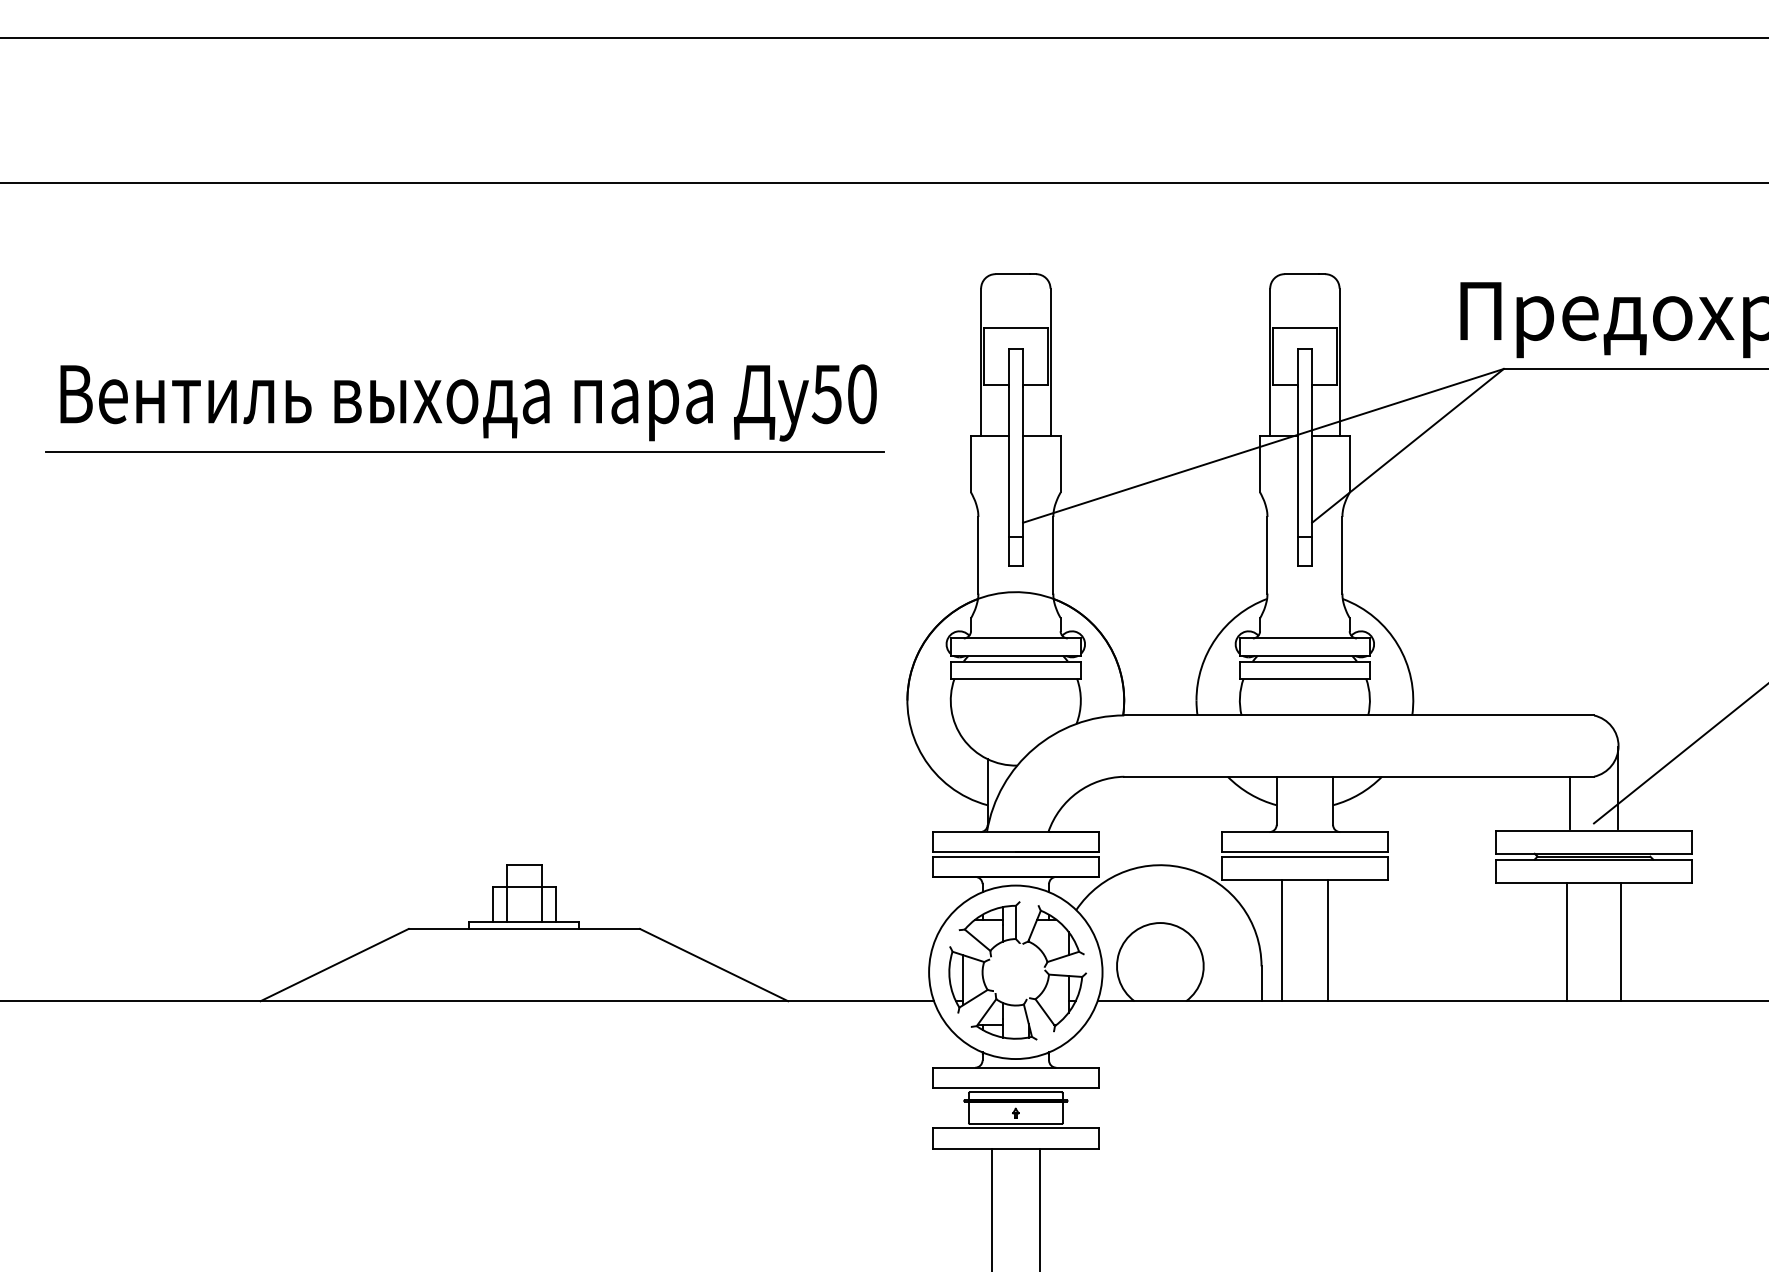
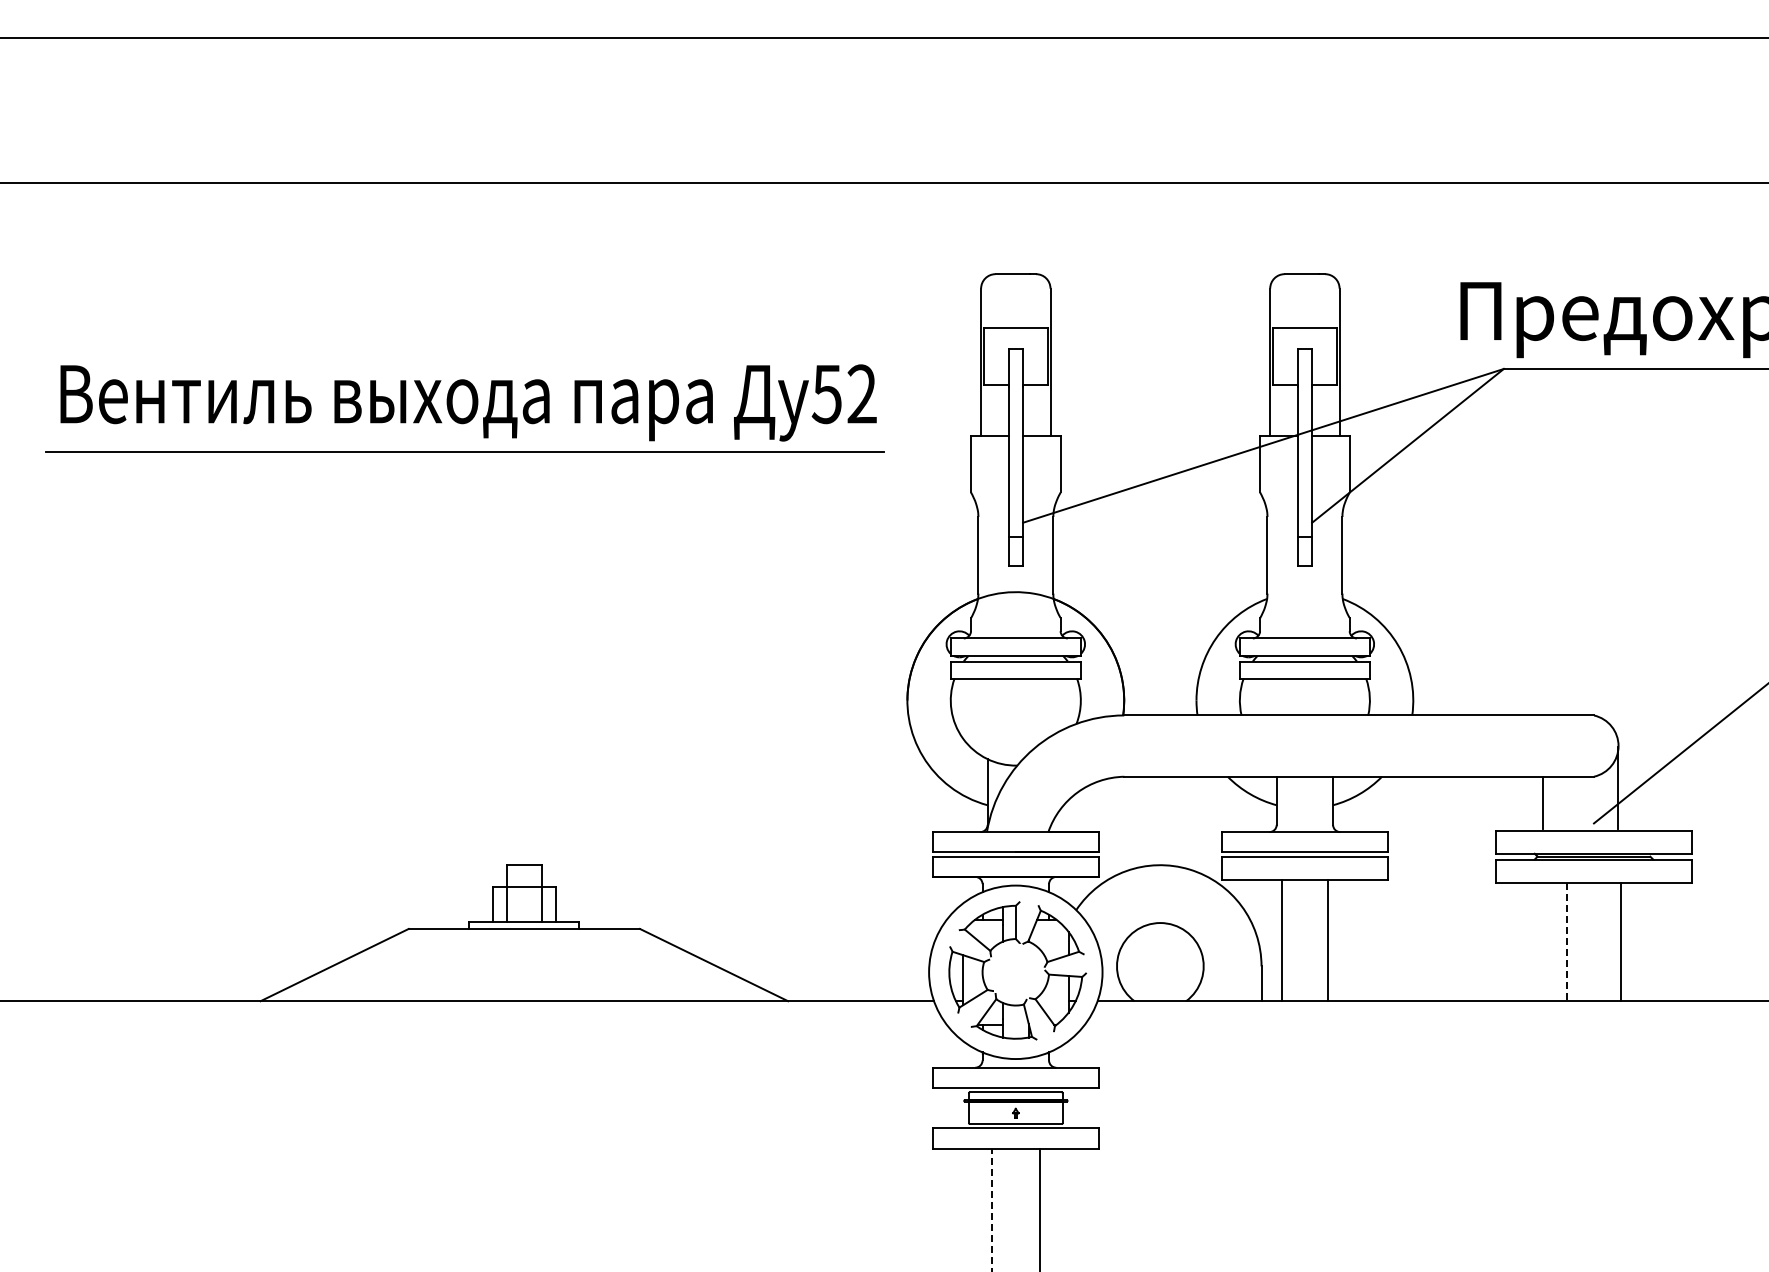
text at (861, 394): 50 -> 52
line at (1569, 802) position: (1569, 802) -> (1542, 802)
line at (1566, 942): solid -> dashed
line at (991, 1209): solid -> dashed
